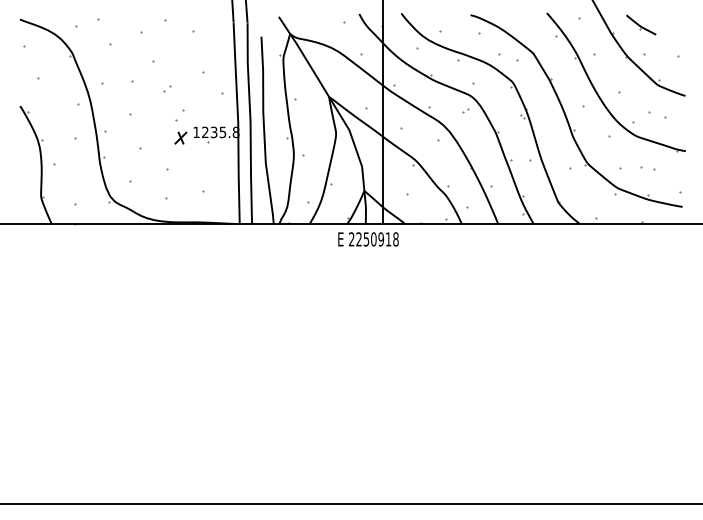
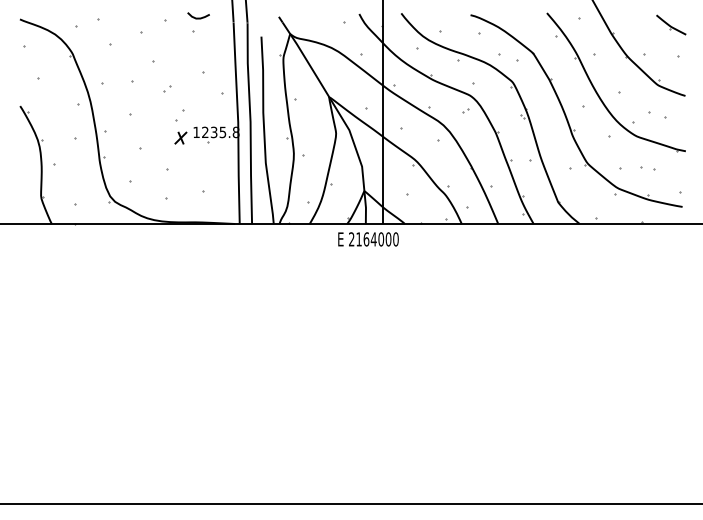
curve at (198, 17): none -> present
part at (641, 24) position: (641, 24) -> (671, 24)
text at (377, 239): 2250918 -> 2164000
